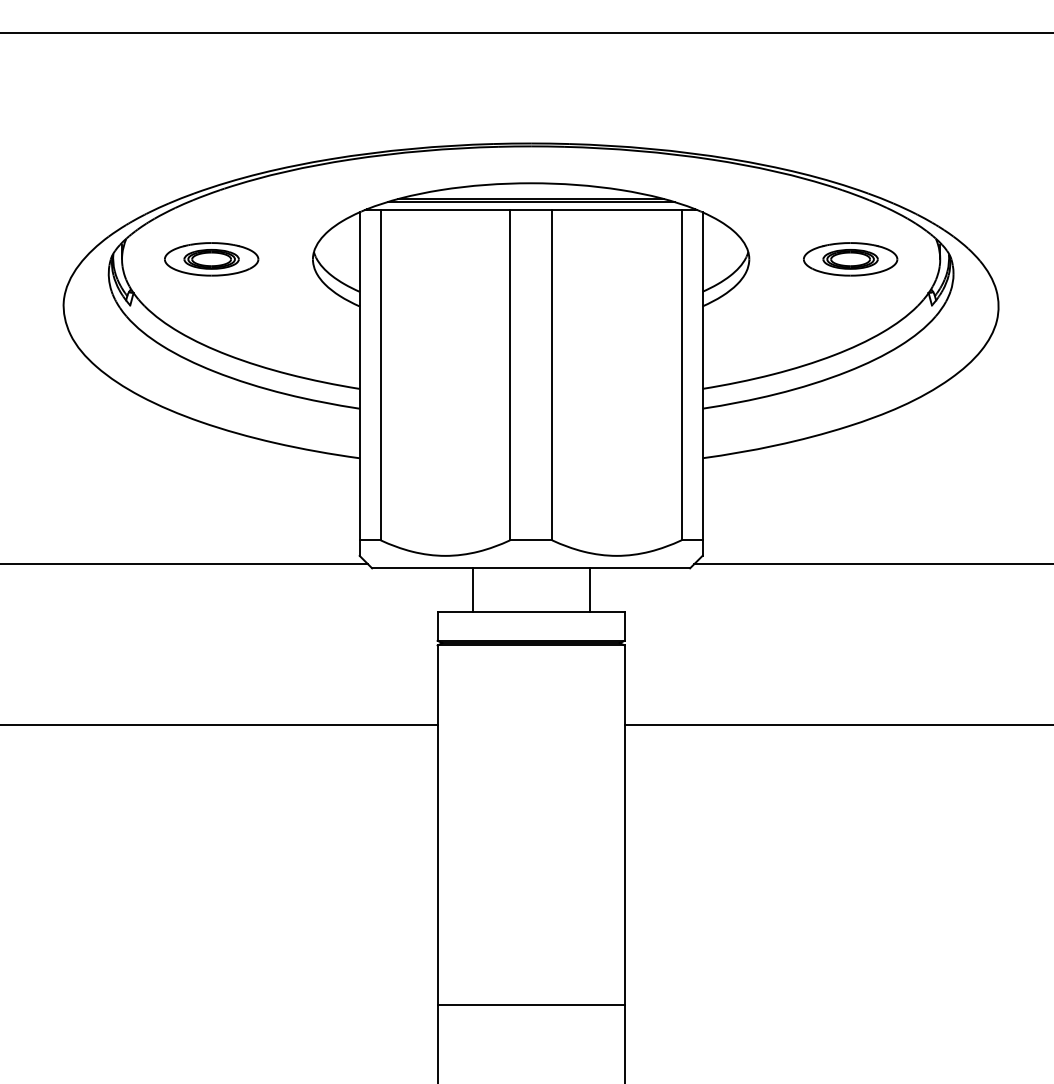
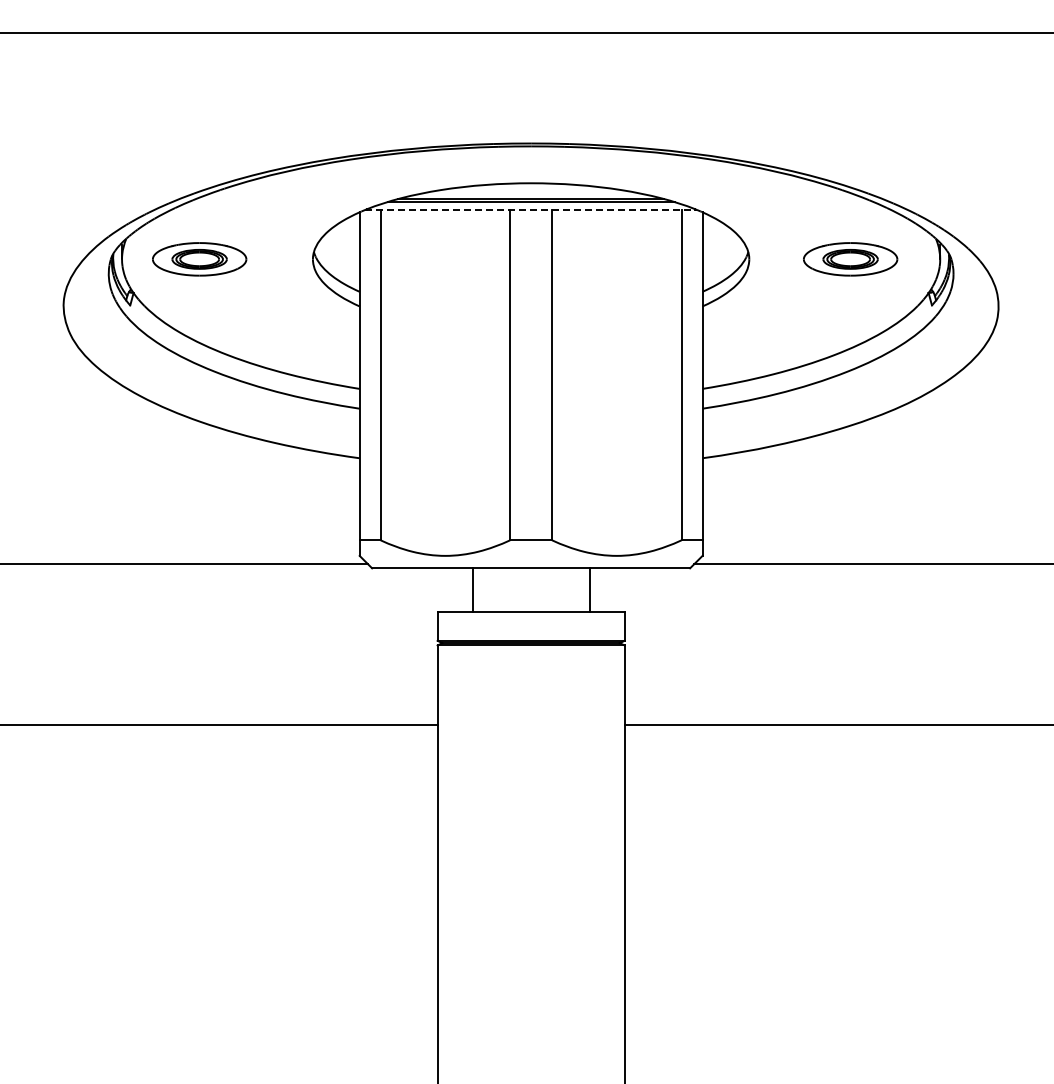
line at (531, 209): solid -> dashed
part at (211, 259) position: (211, 259) -> (199, 259)
line at (530, 1004): present -> none
